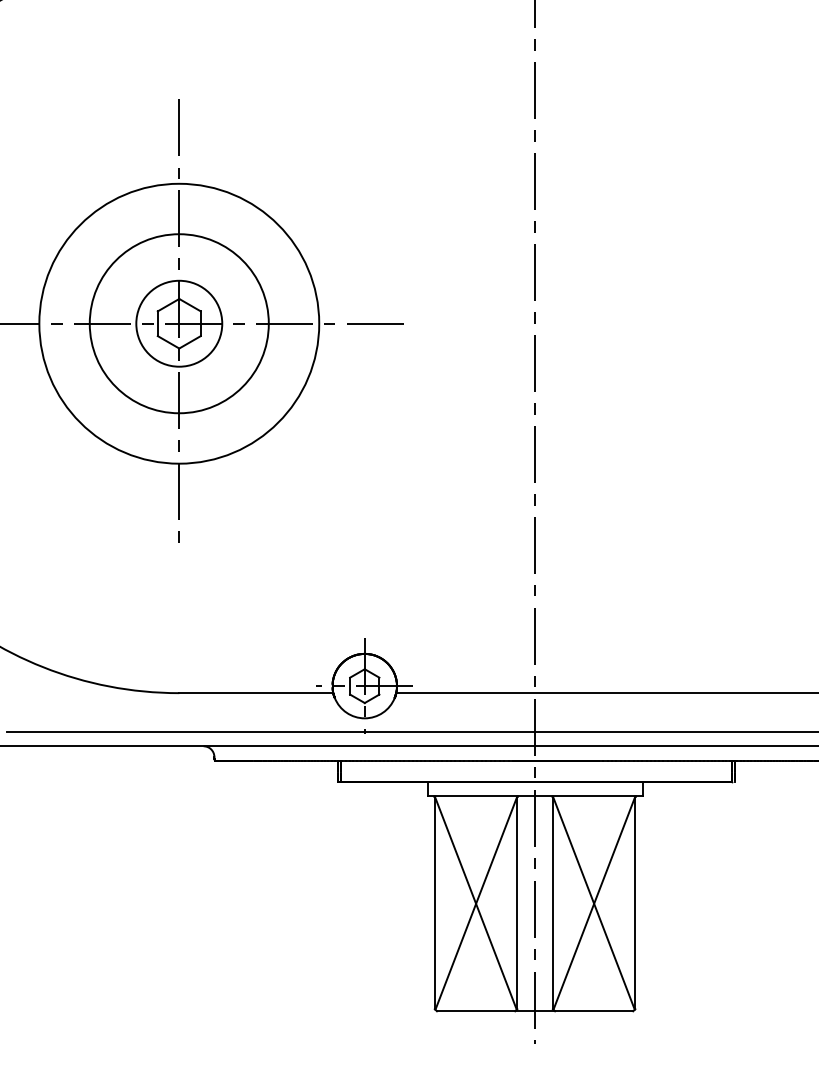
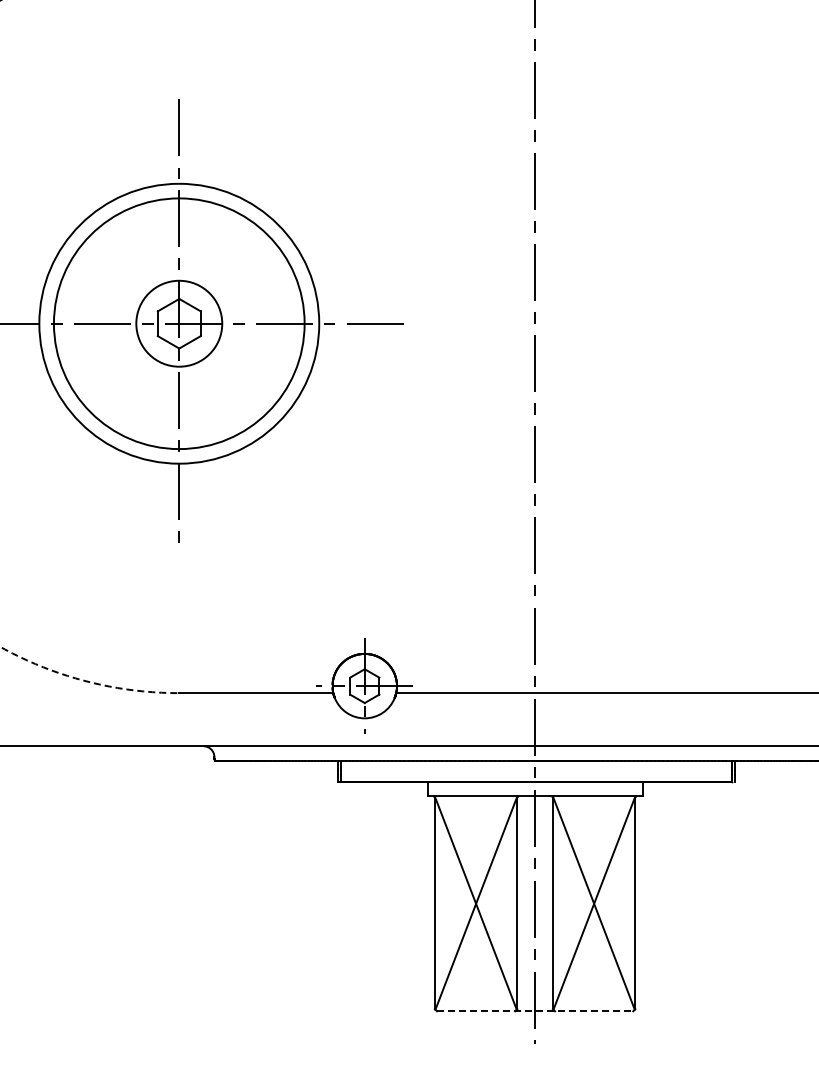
circle at (178, 323) diameter: 179 px -> 251 px
arc at (86, 681): solid -> dashed
line at (411, 731): present -> none
line at (535, 1011): solid -> dashed
